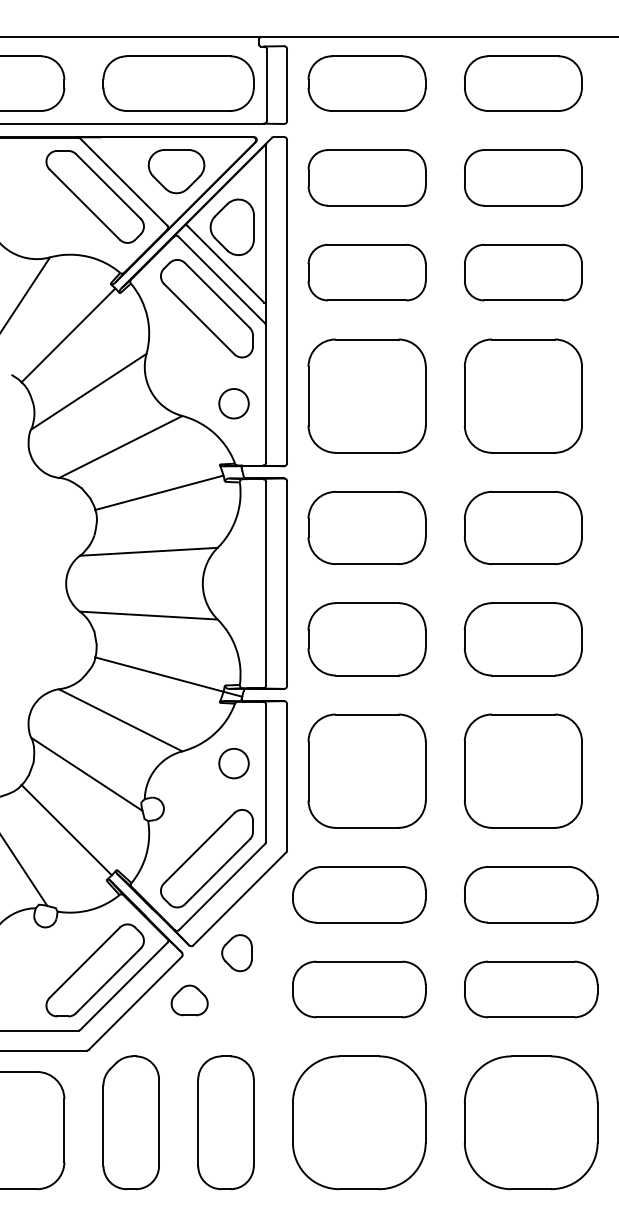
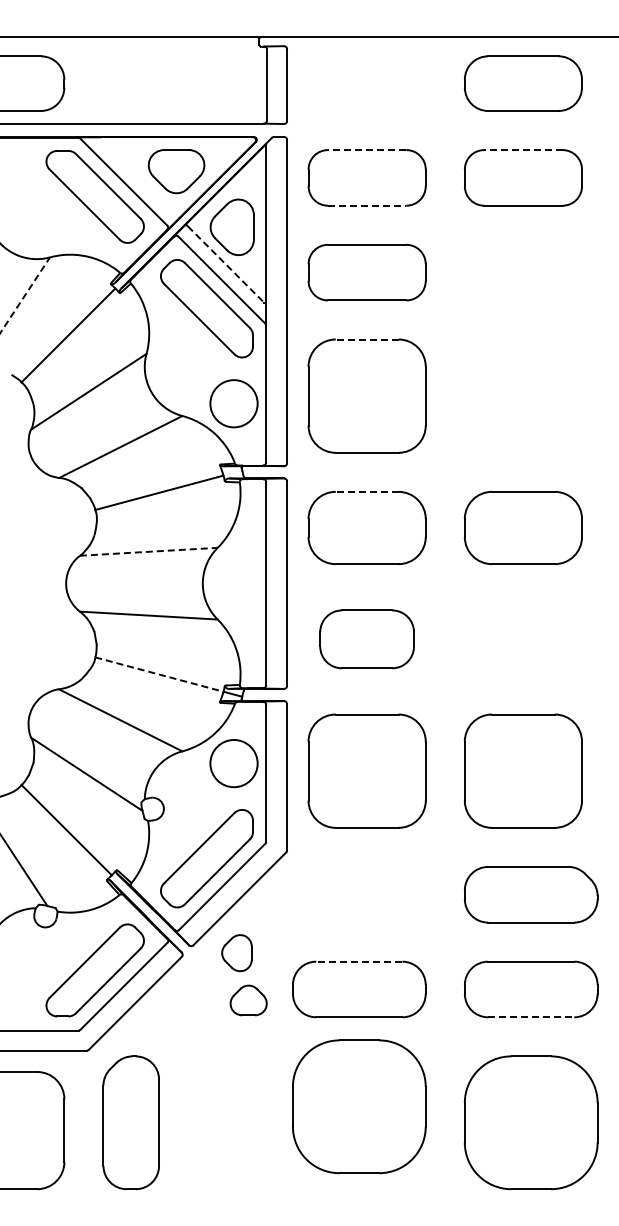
part at (178, 83): present -> none
part at (366, 83): present -> none
line at (366, 150): solid -> dashed
line at (522, 150): solid -> dashed
line at (367, 205): solid -> dashed
line at (226, 264): solid -> dashed
part at (523, 272): present -> none
line at (25, 295): solid -> dashed
line at (366, 339): solid -> dashed
part at (522, 395): present -> none
circle at (233, 403) diameter: 30 px -> 47 px
line at (366, 491): solid -> dashed
line at (148, 551): solid -> dashed
part at (366, 639) size: 120x75 px -> 96x61 px
part at (522, 639): present -> none
line at (159, 674): solid -> dashed
circle at (233, 763) diameter: 30 px -> 47 px
part at (359, 894): present -> none
line at (358, 961): solid -> dashed
part at (189, 1000) position: (189, 1000) -> (248, 1000)
line at (531, 1017): solid -> dashed
part at (225, 1122): present -> none
part at (359, 1122) position: (359, 1122) -> (359, 1106)
